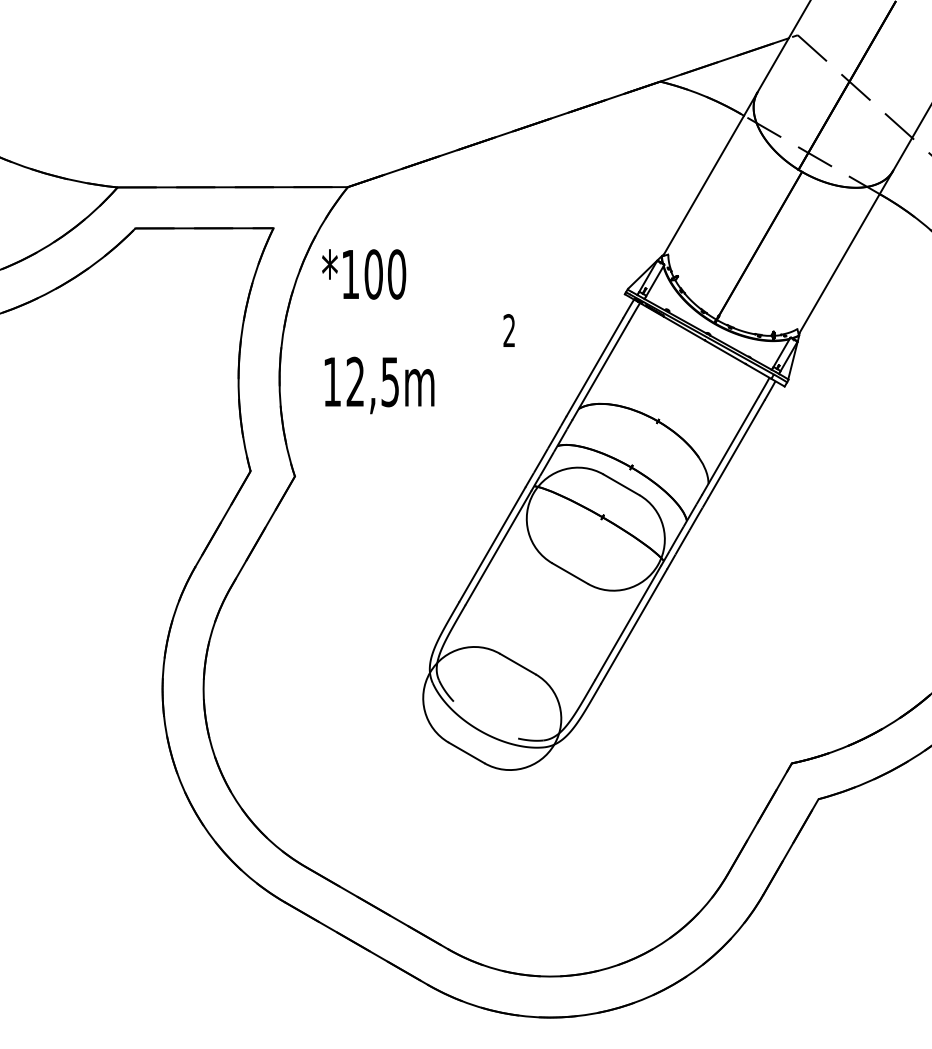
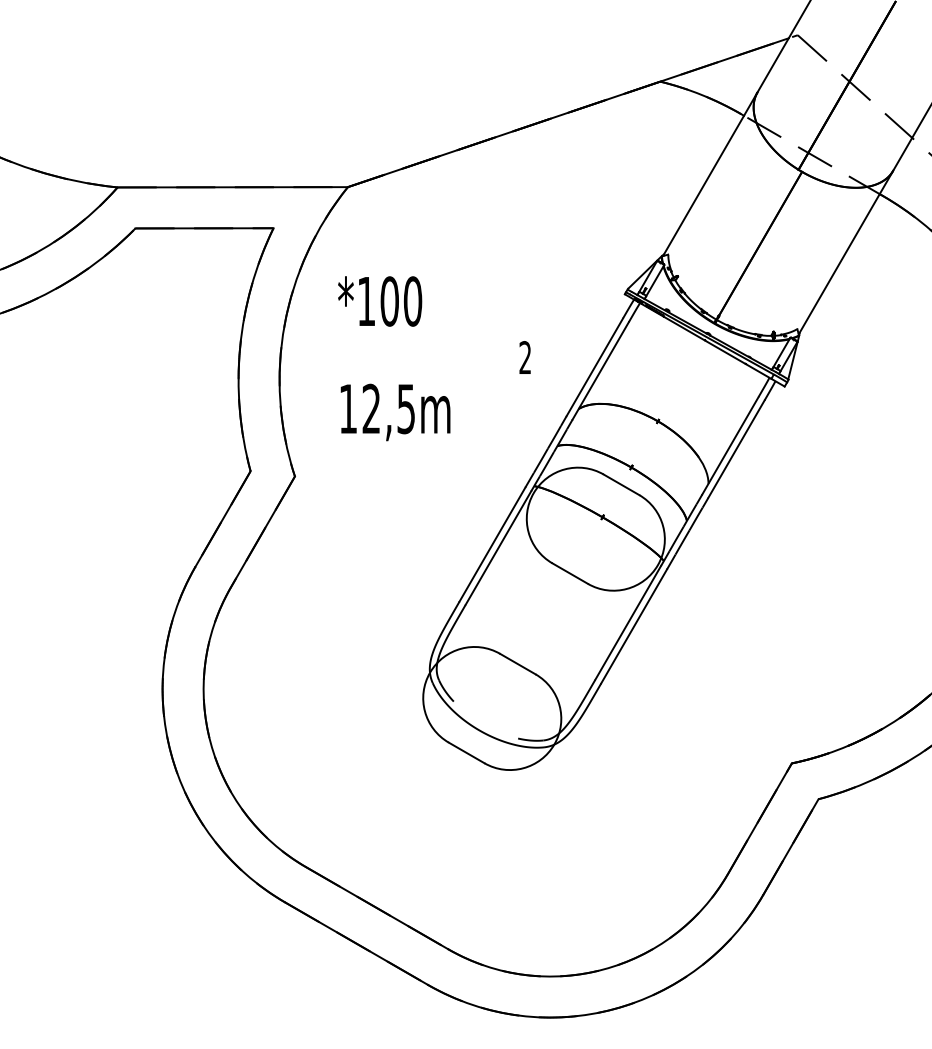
text at (418, 331) position: (418, 331) -> (434, 358)
